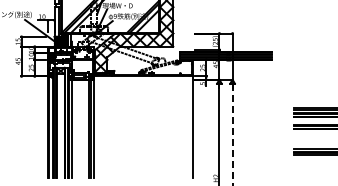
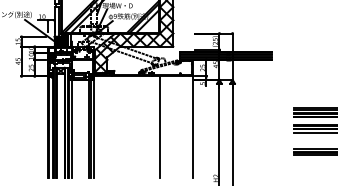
line at (160, 126): none -> present
line at (314, 132): none -> present
line at (232, 135): dashed -> solid
